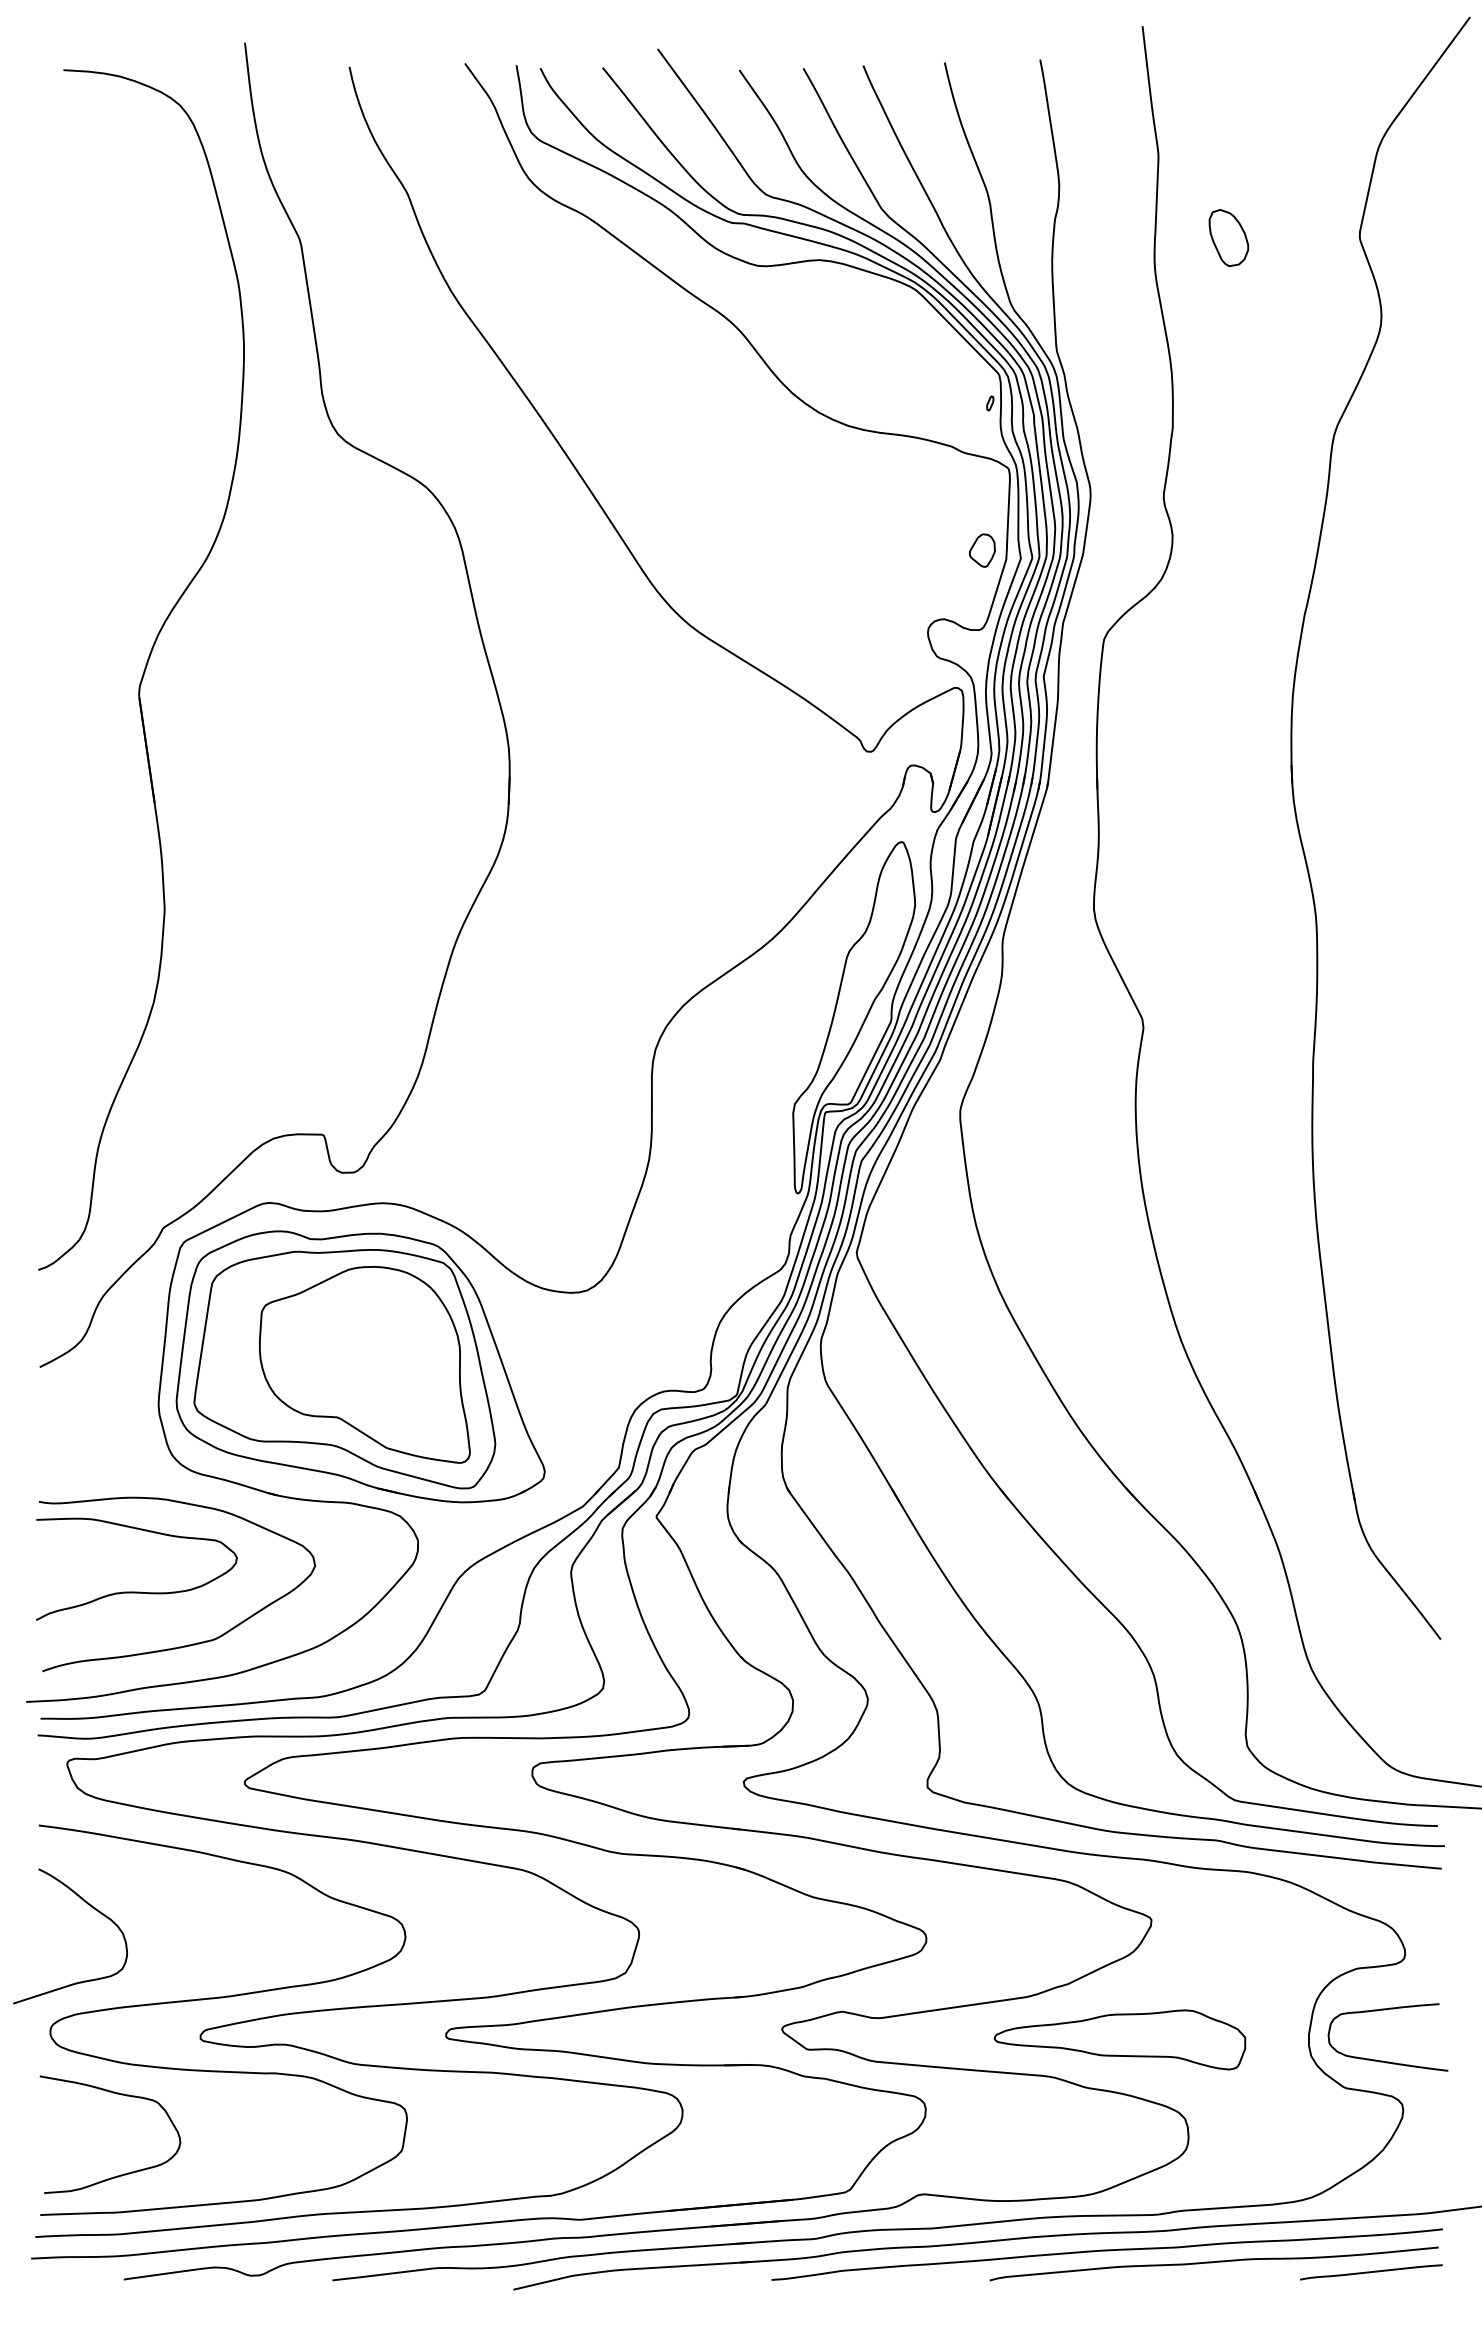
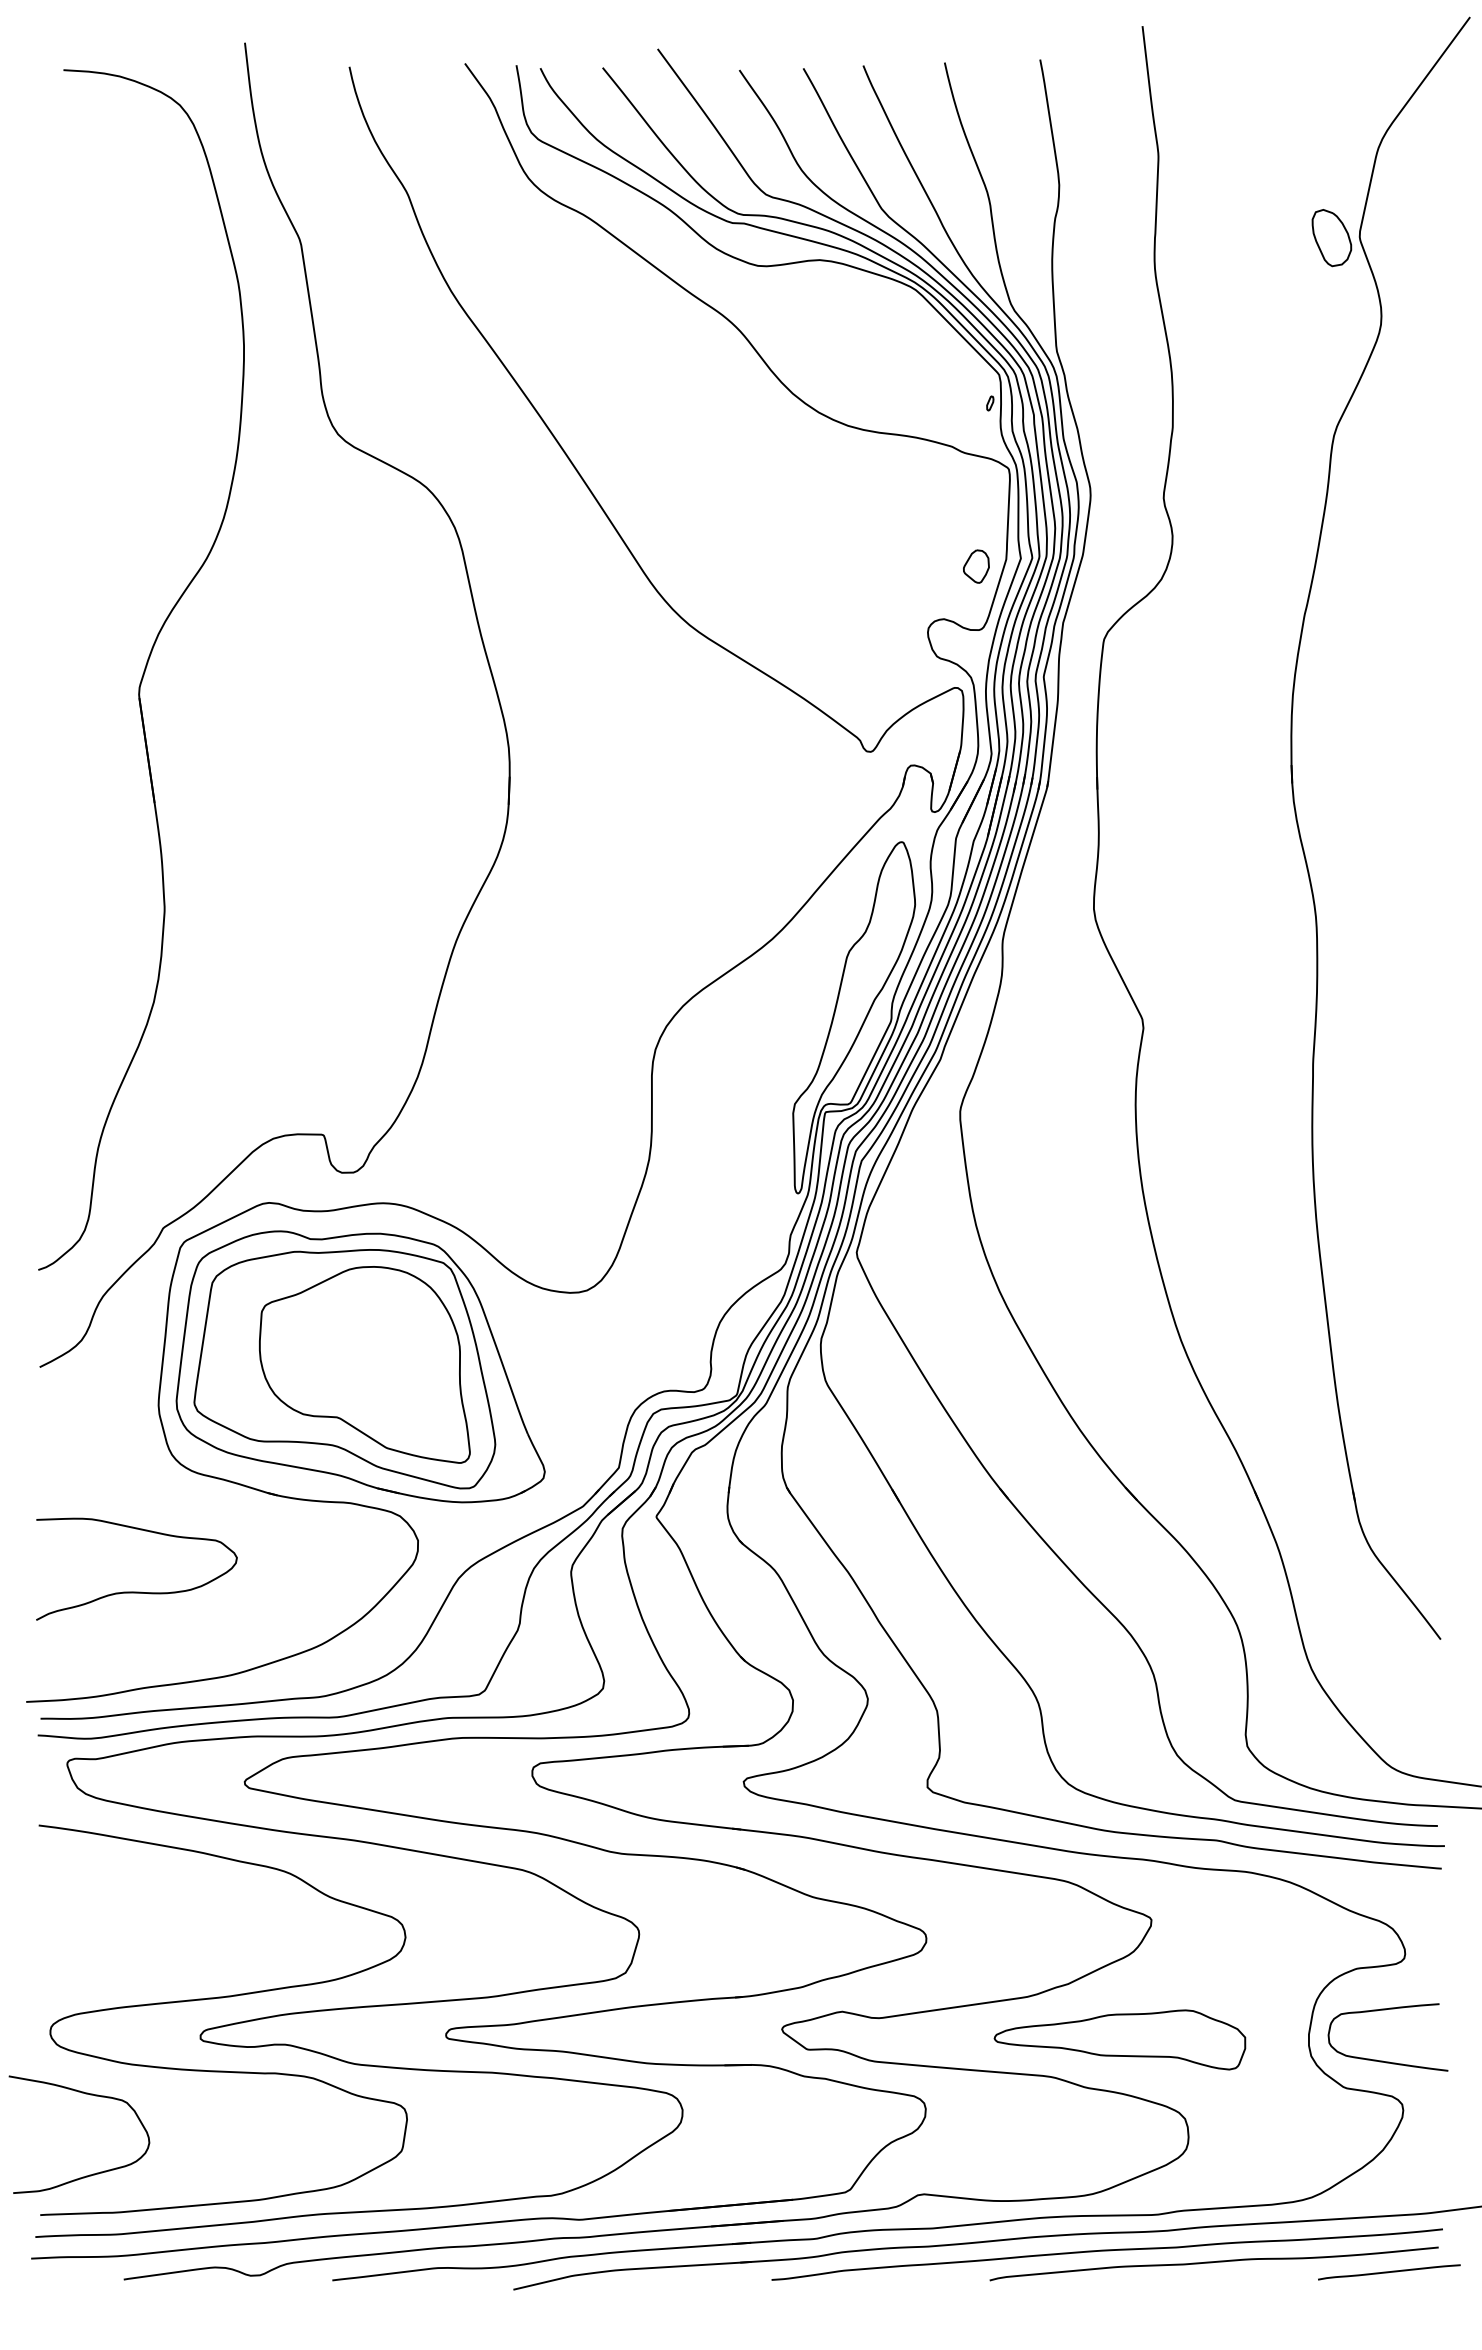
part at (1228, 238) position: (1228, 238) -> (1331, 238)
part at (982, 550) position: (982, 550) -> (976, 566)
curve at (192, 1643): present -> none
curve at (91, 1907): present -> none
curve at (116, 2094) position: (116, 2094) -> (85, 2094)
line at (1371, 2272) position: (1371, 2272) -> (1389, 2272)
